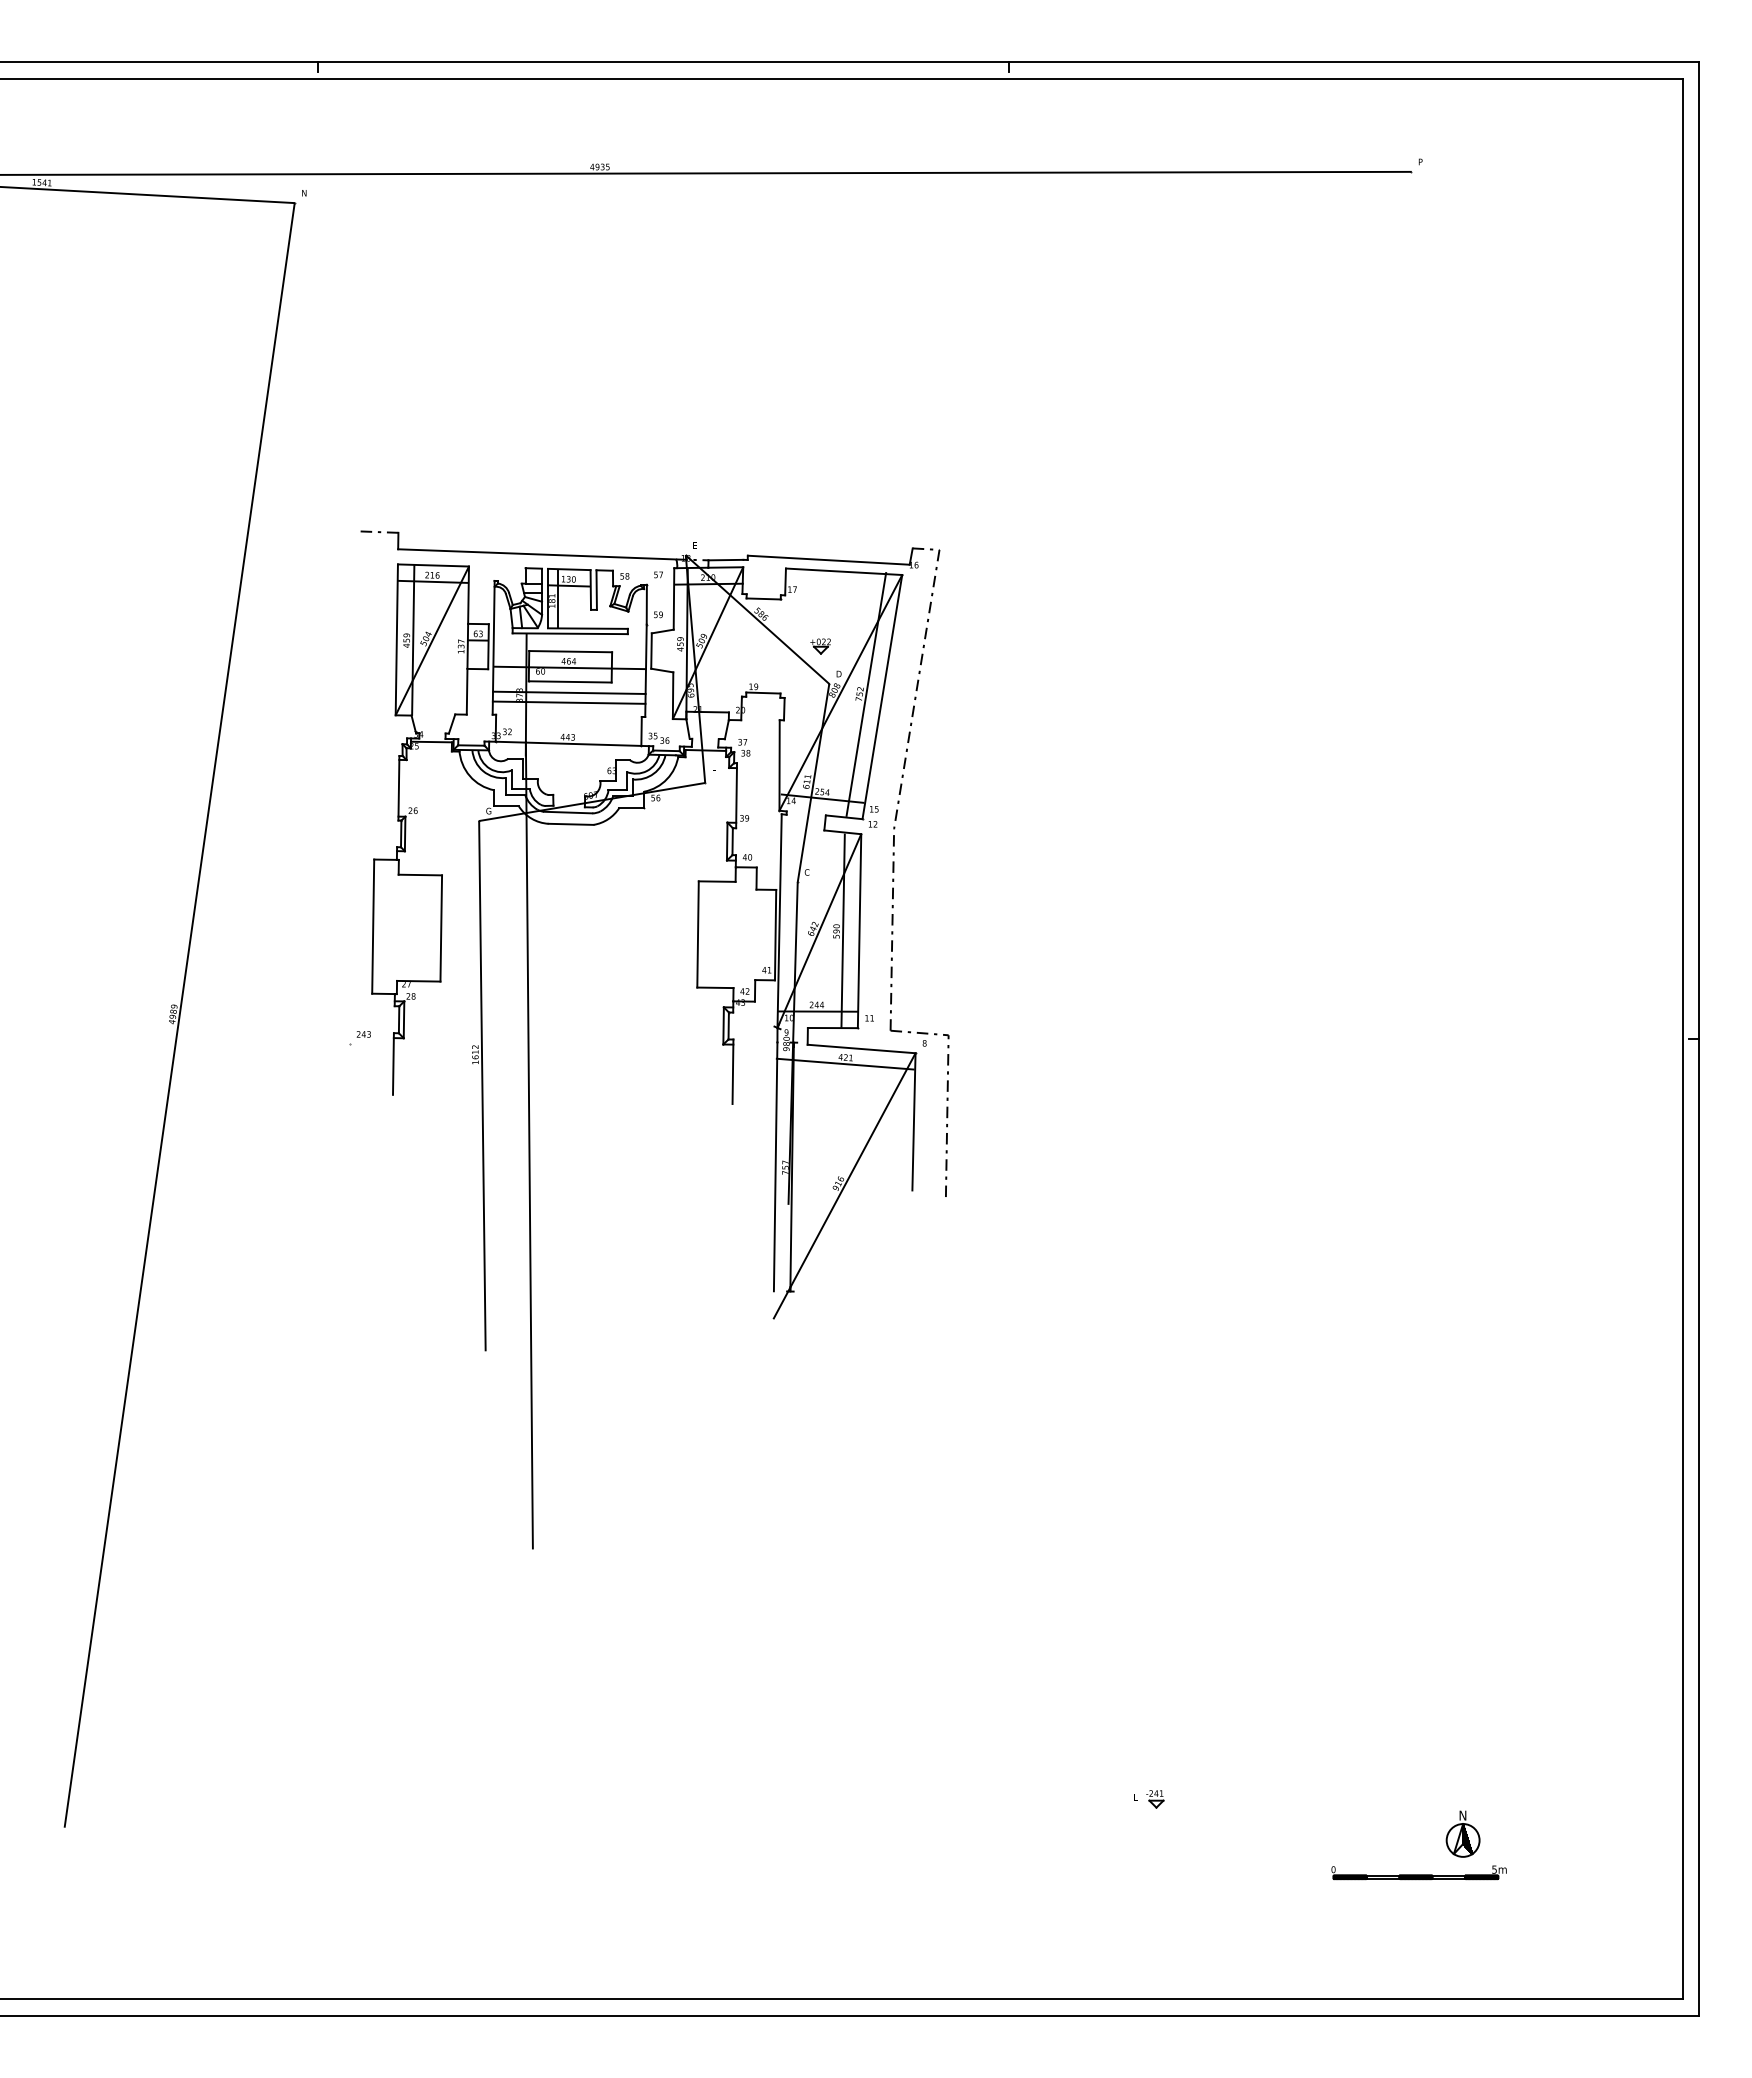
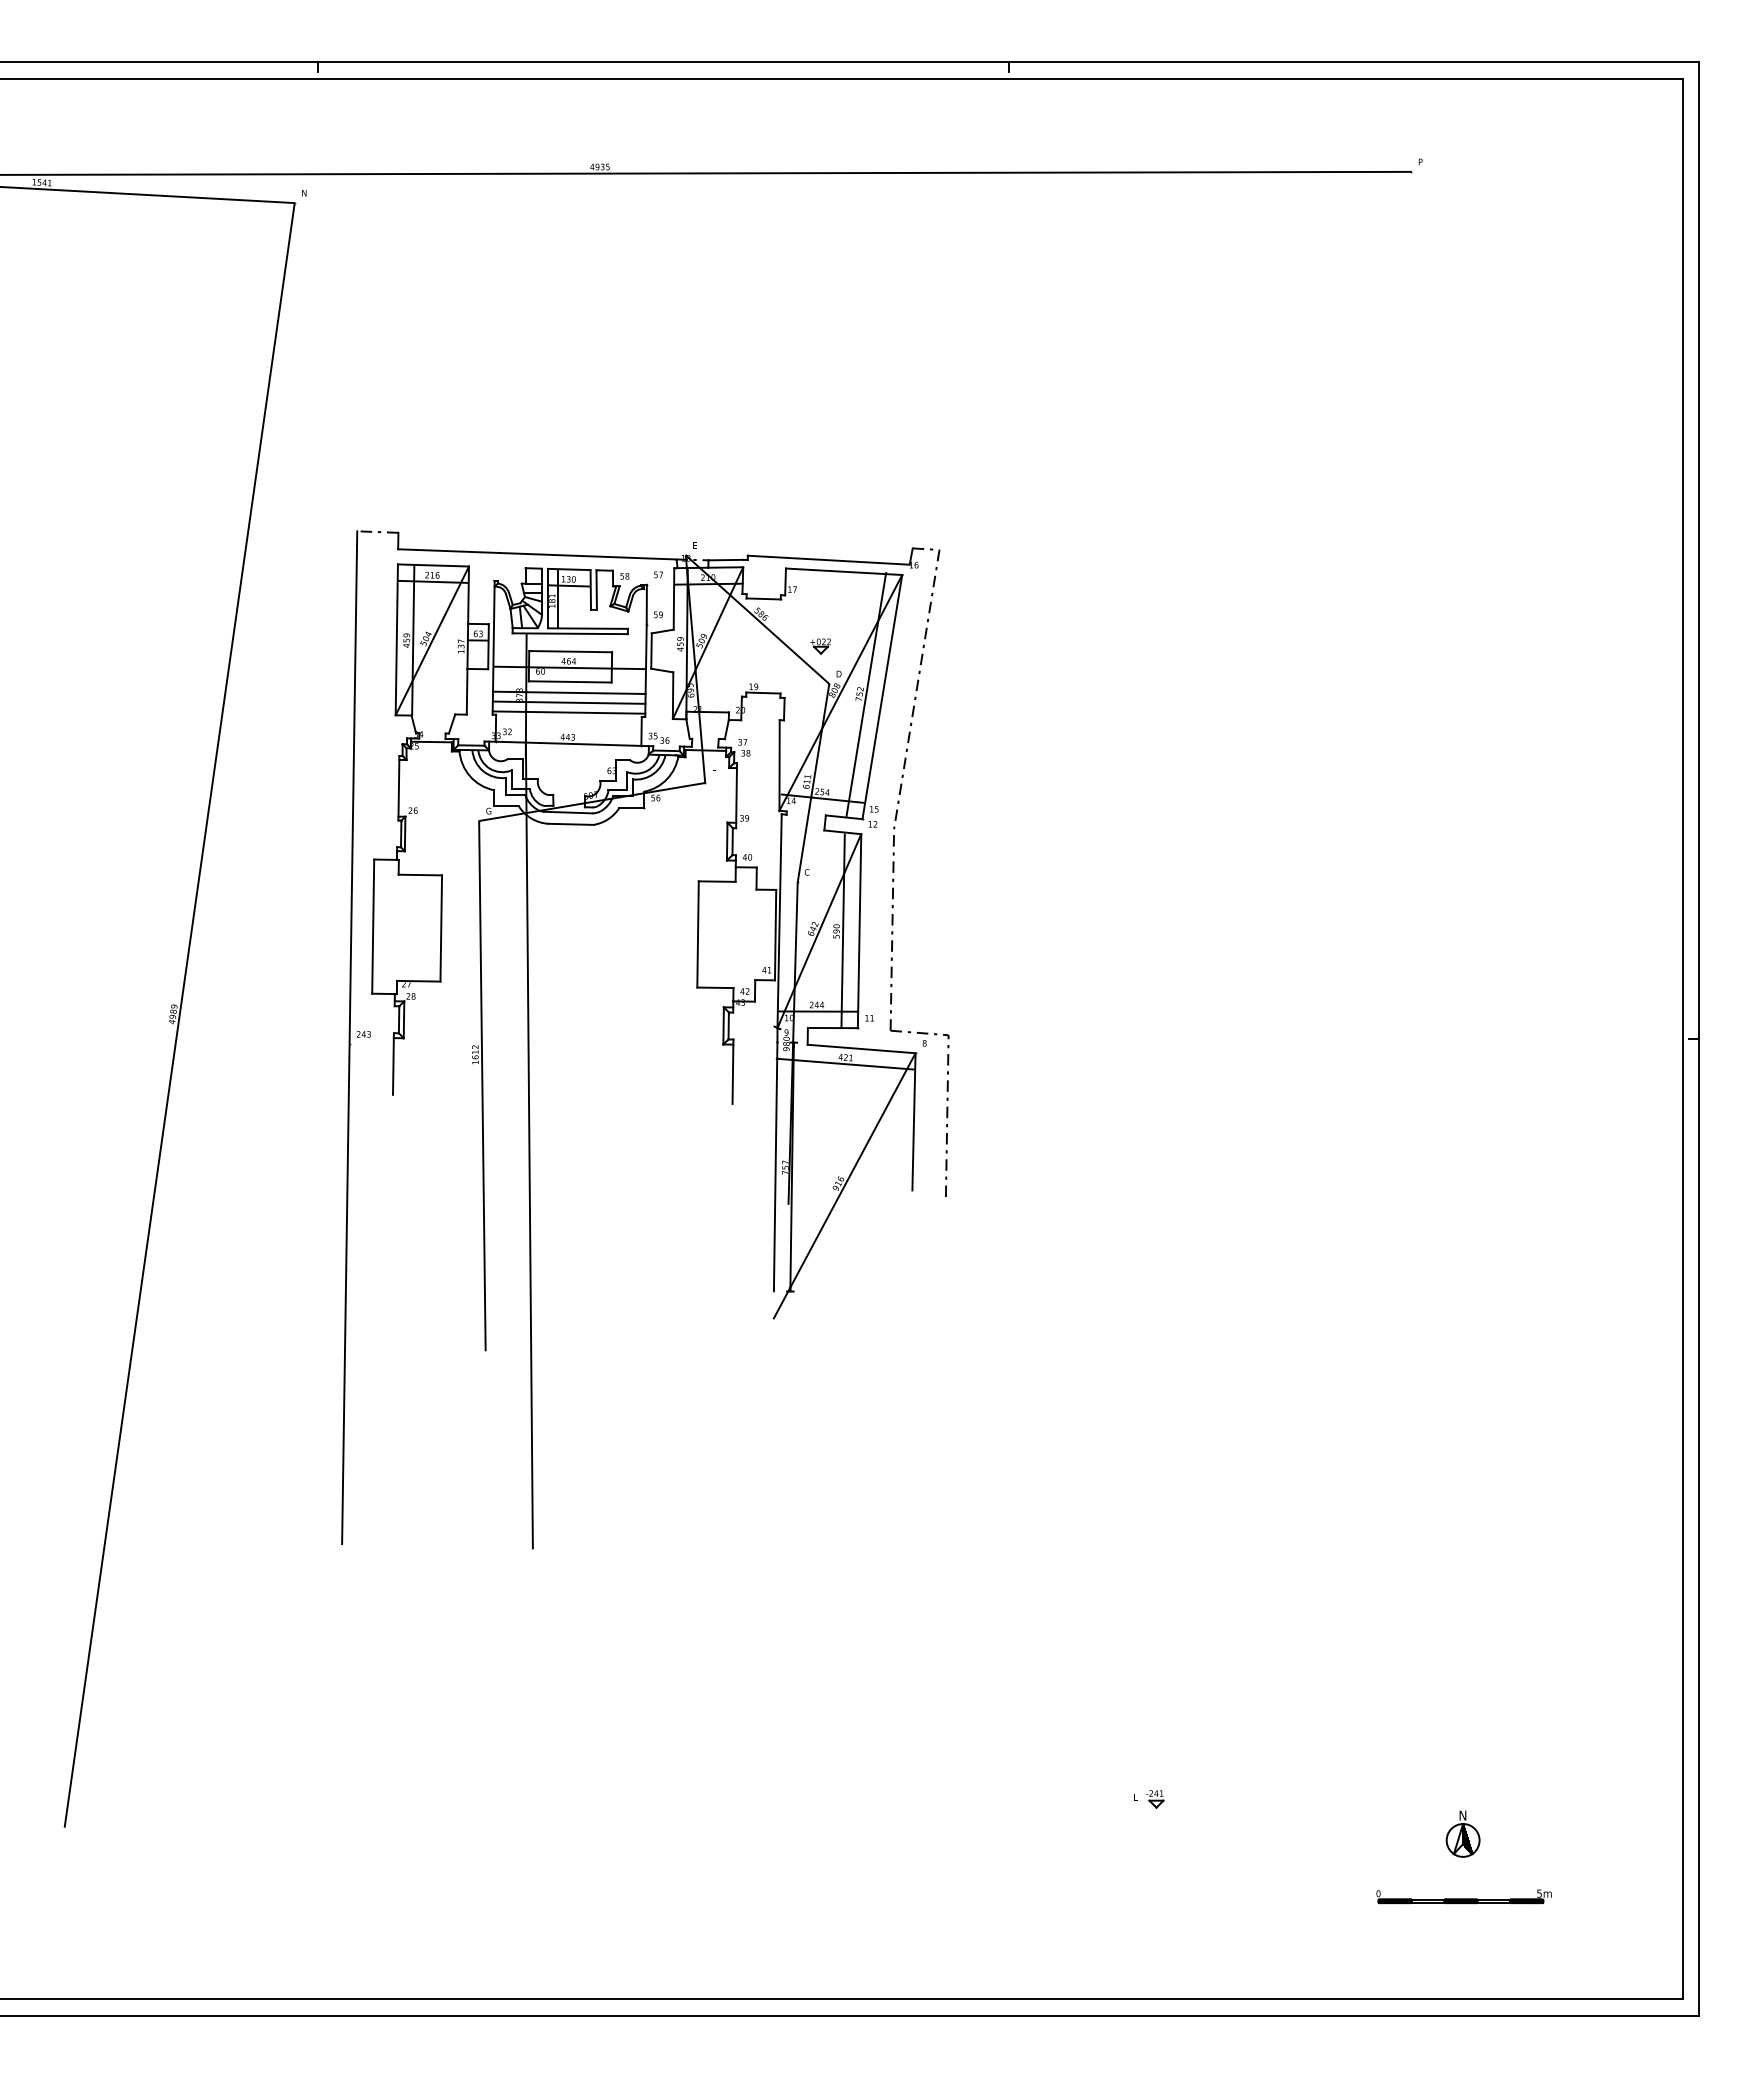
line at (568, 712): none -> present
line at (349, 1037): none -> present
part at (1418, 1872) position: (1418, 1872) -> (1463, 1896)
